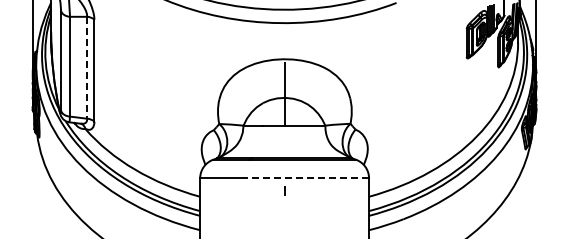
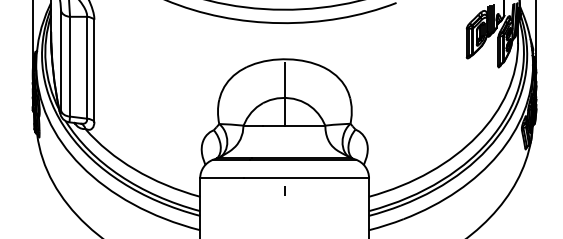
line at (87, 67): dashed -> solid
line at (306, 178): dashed -> solid
